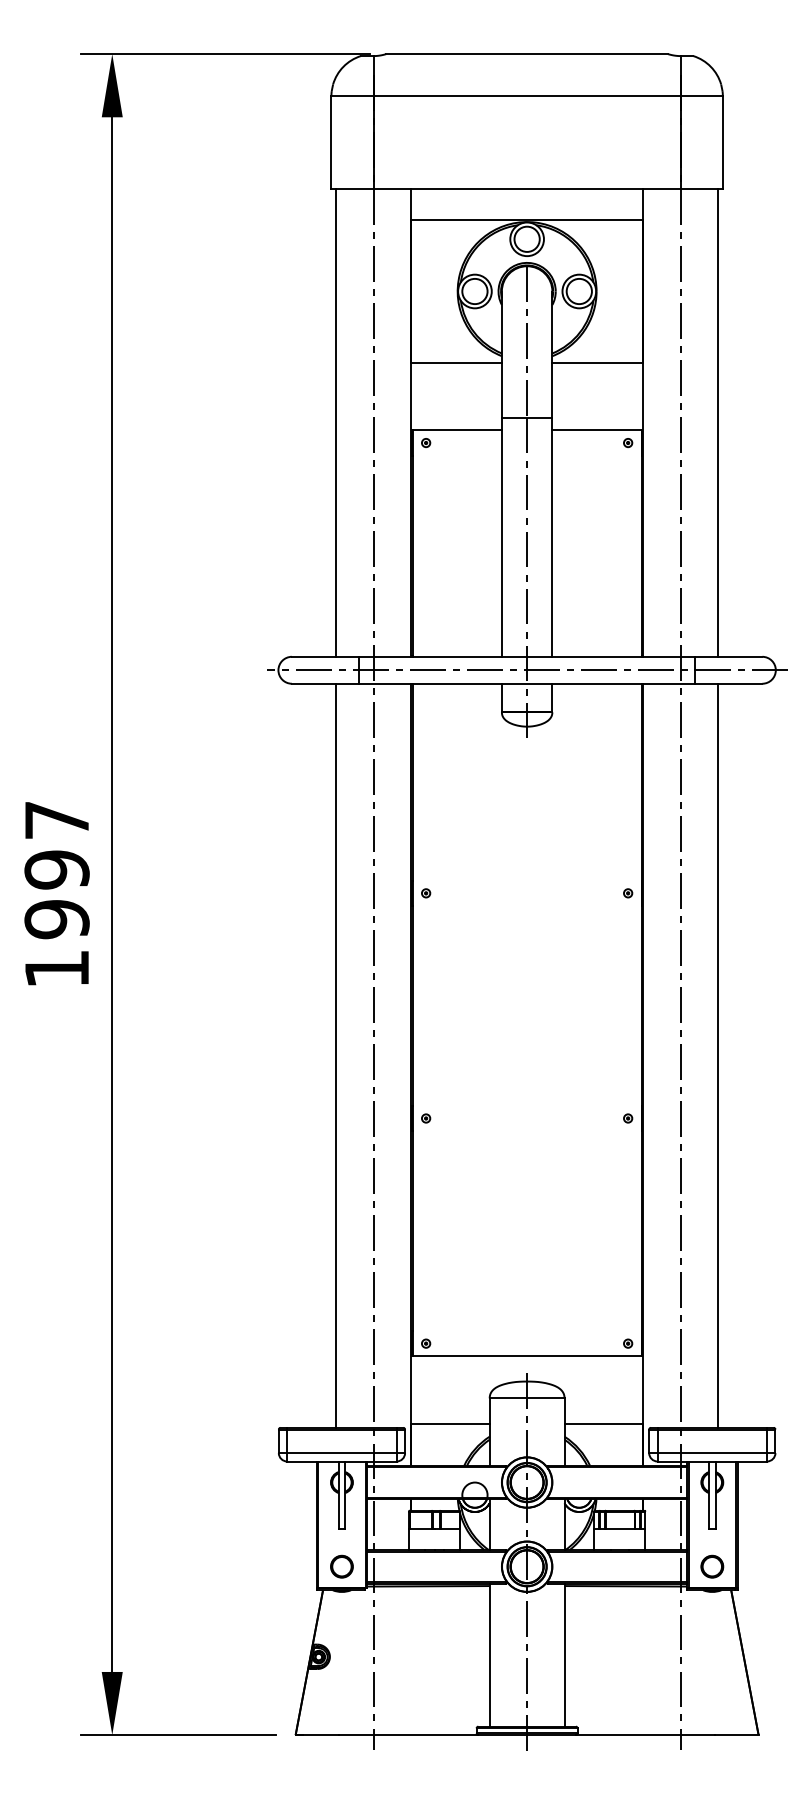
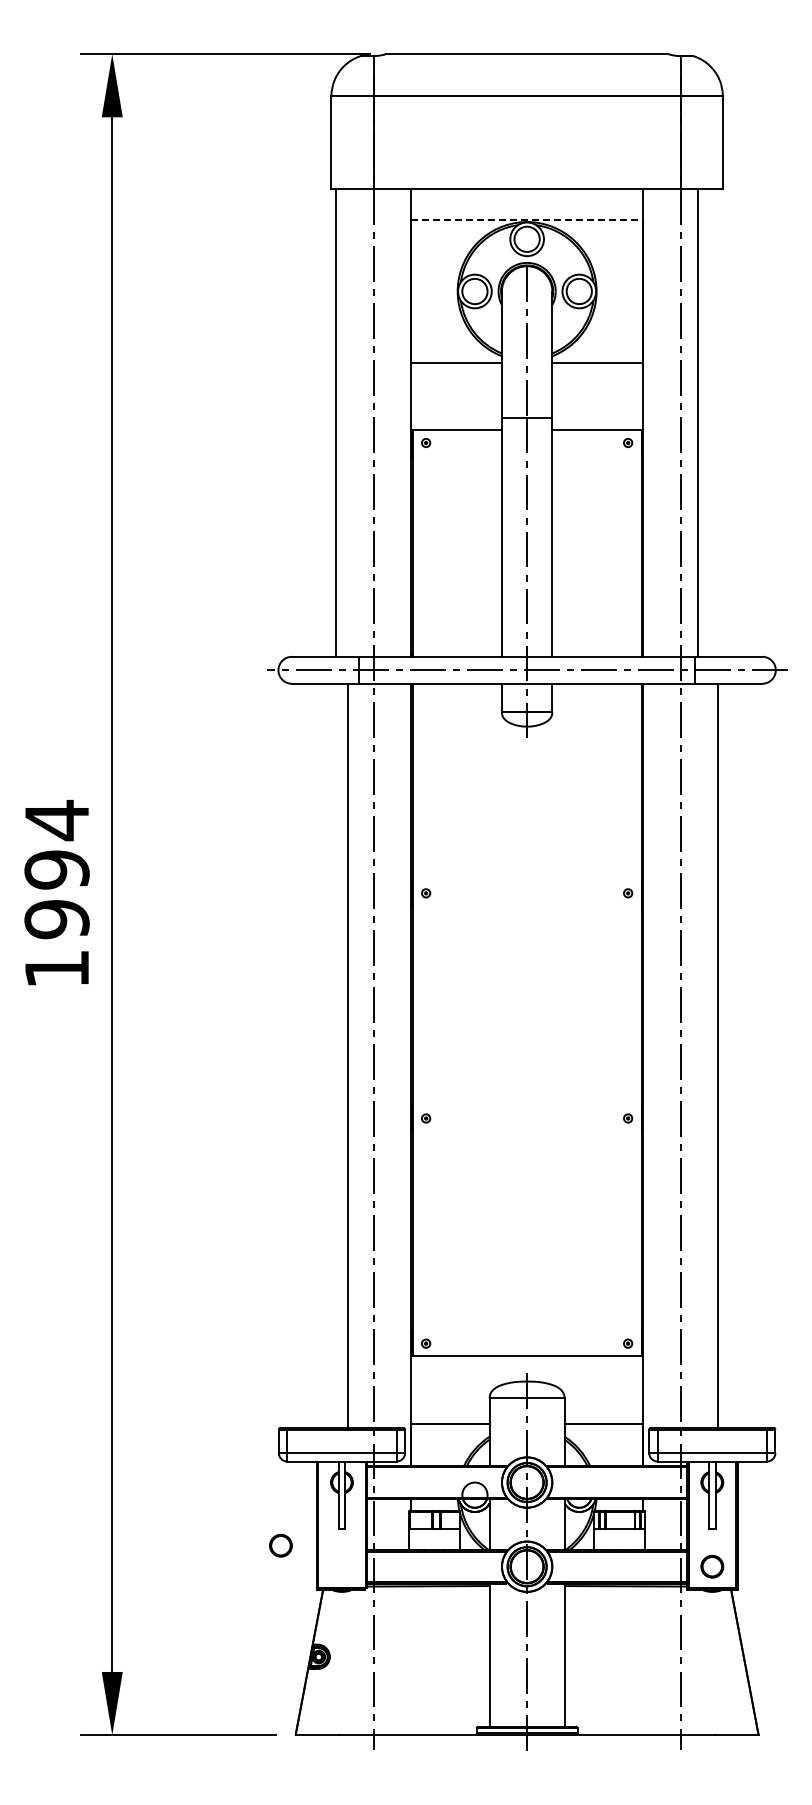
line at (527, 219): solid -> dashed
line at (718, 422) position: (718, 422) -> (698, 422)
text at (56, 820): 1997 -> 1994
line at (336, 1055) position: (336, 1055) -> (348, 1055)
part at (341, 1566) position: (341, 1566) -> (280, 1545)
